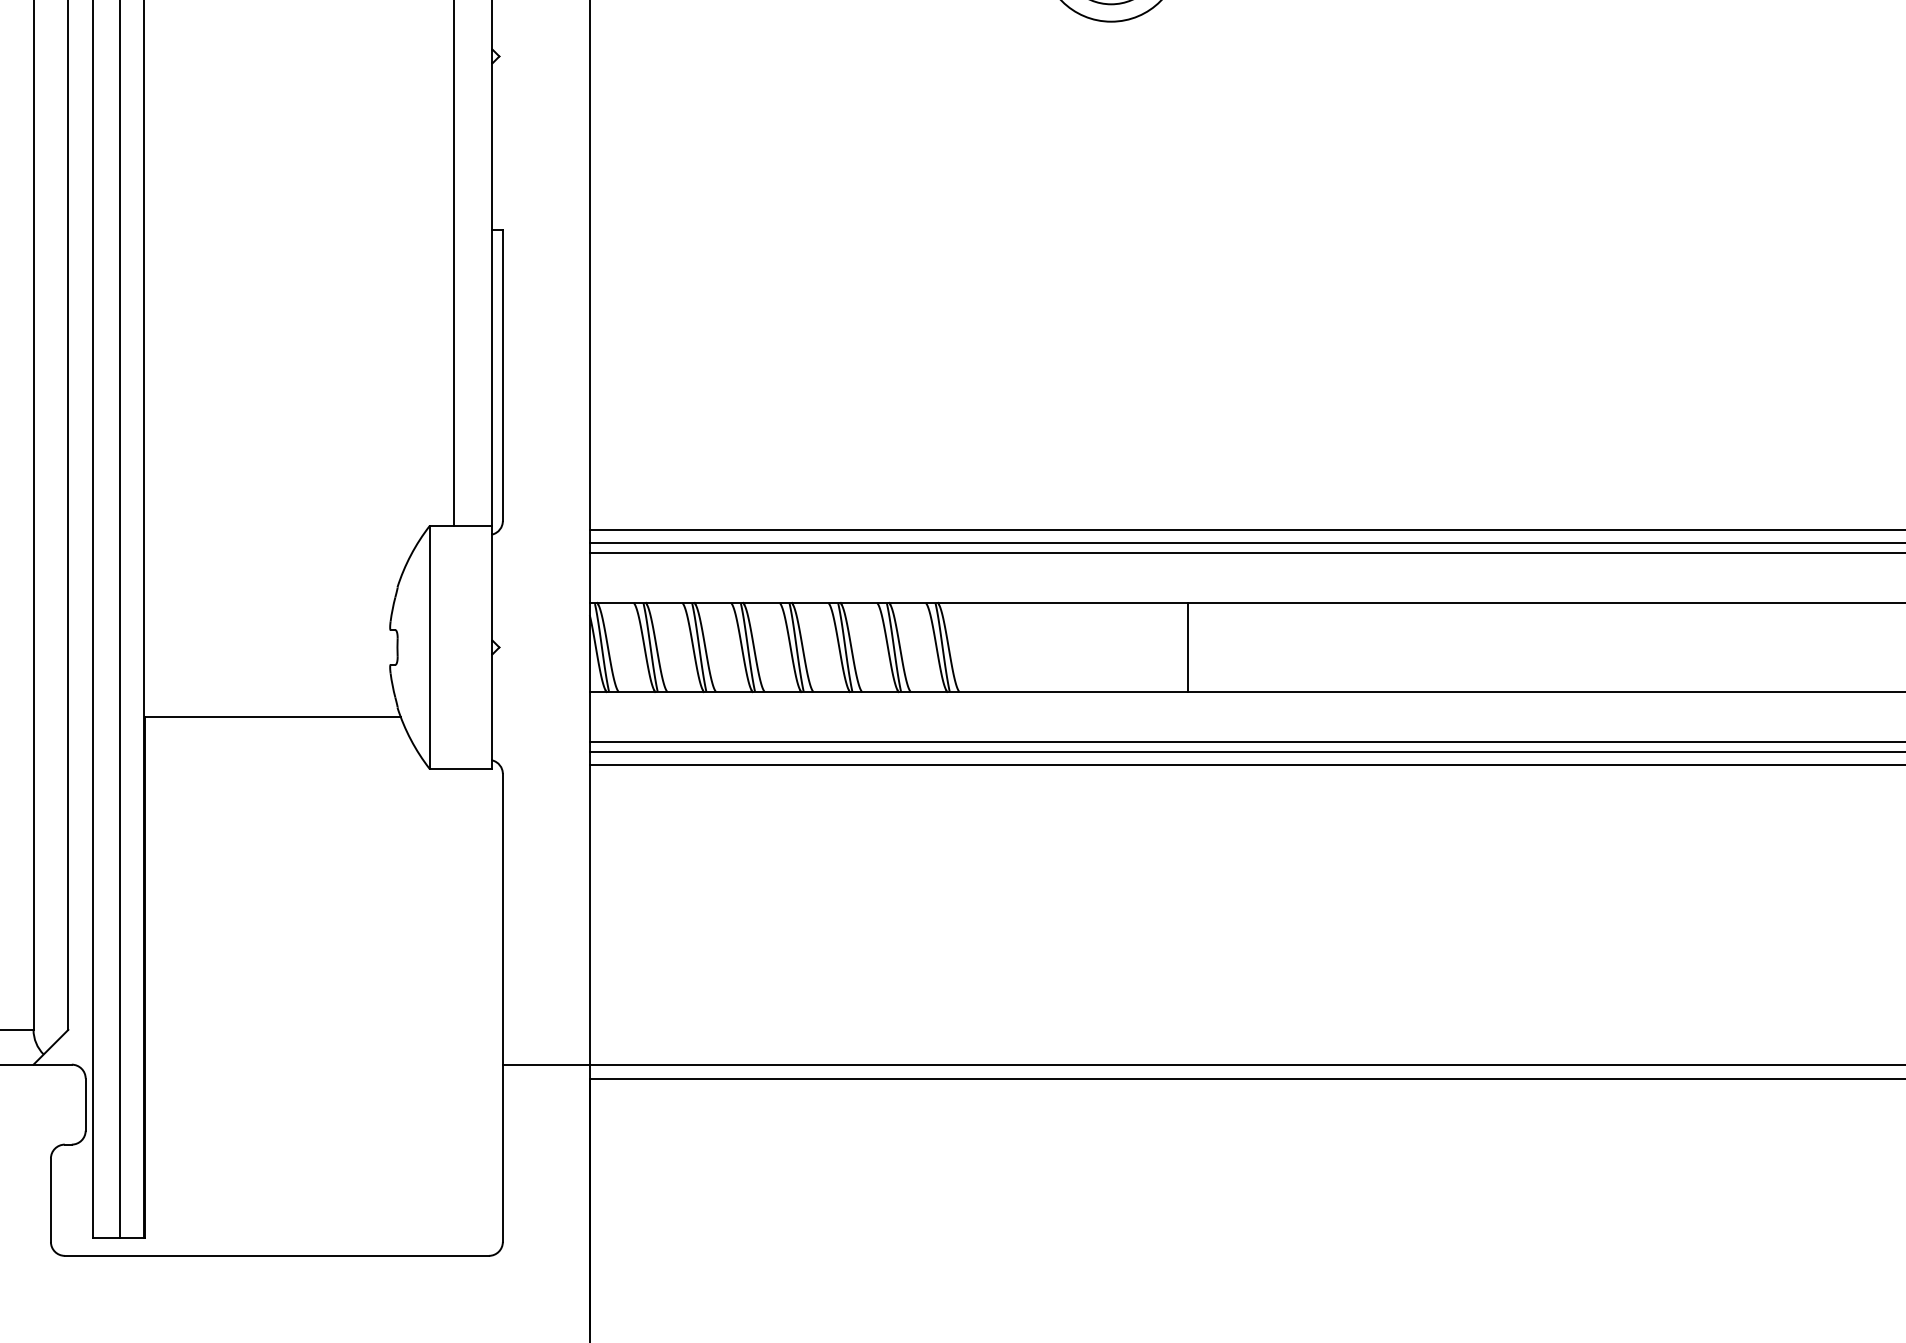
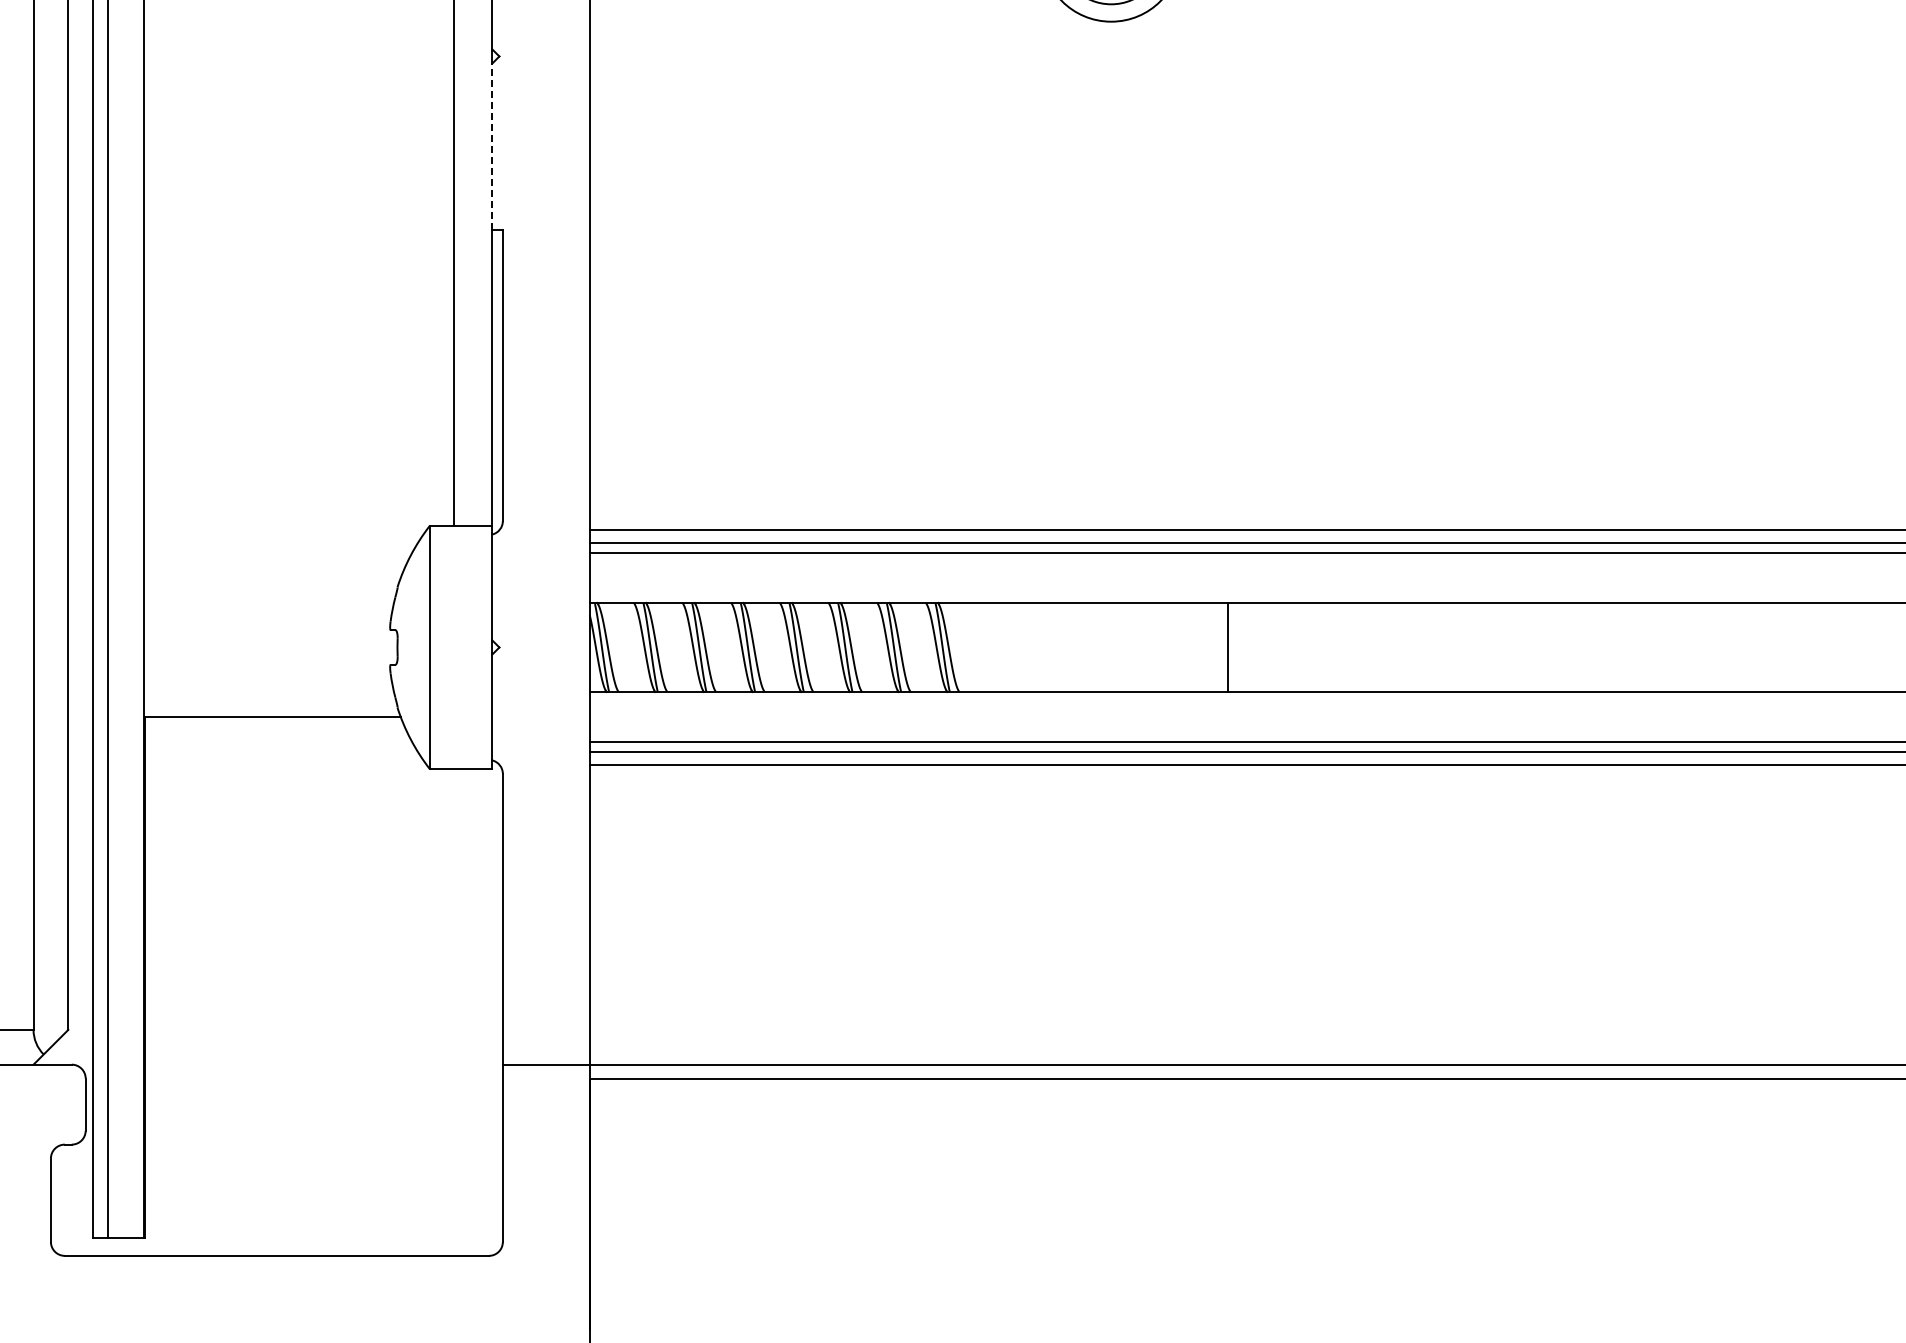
line at (492, 146): solid -> dashed
line at (120, 620) position: (120, 620) -> (108, 620)
line at (1187, 646) position: (1187, 646) -> (1227, 646)
